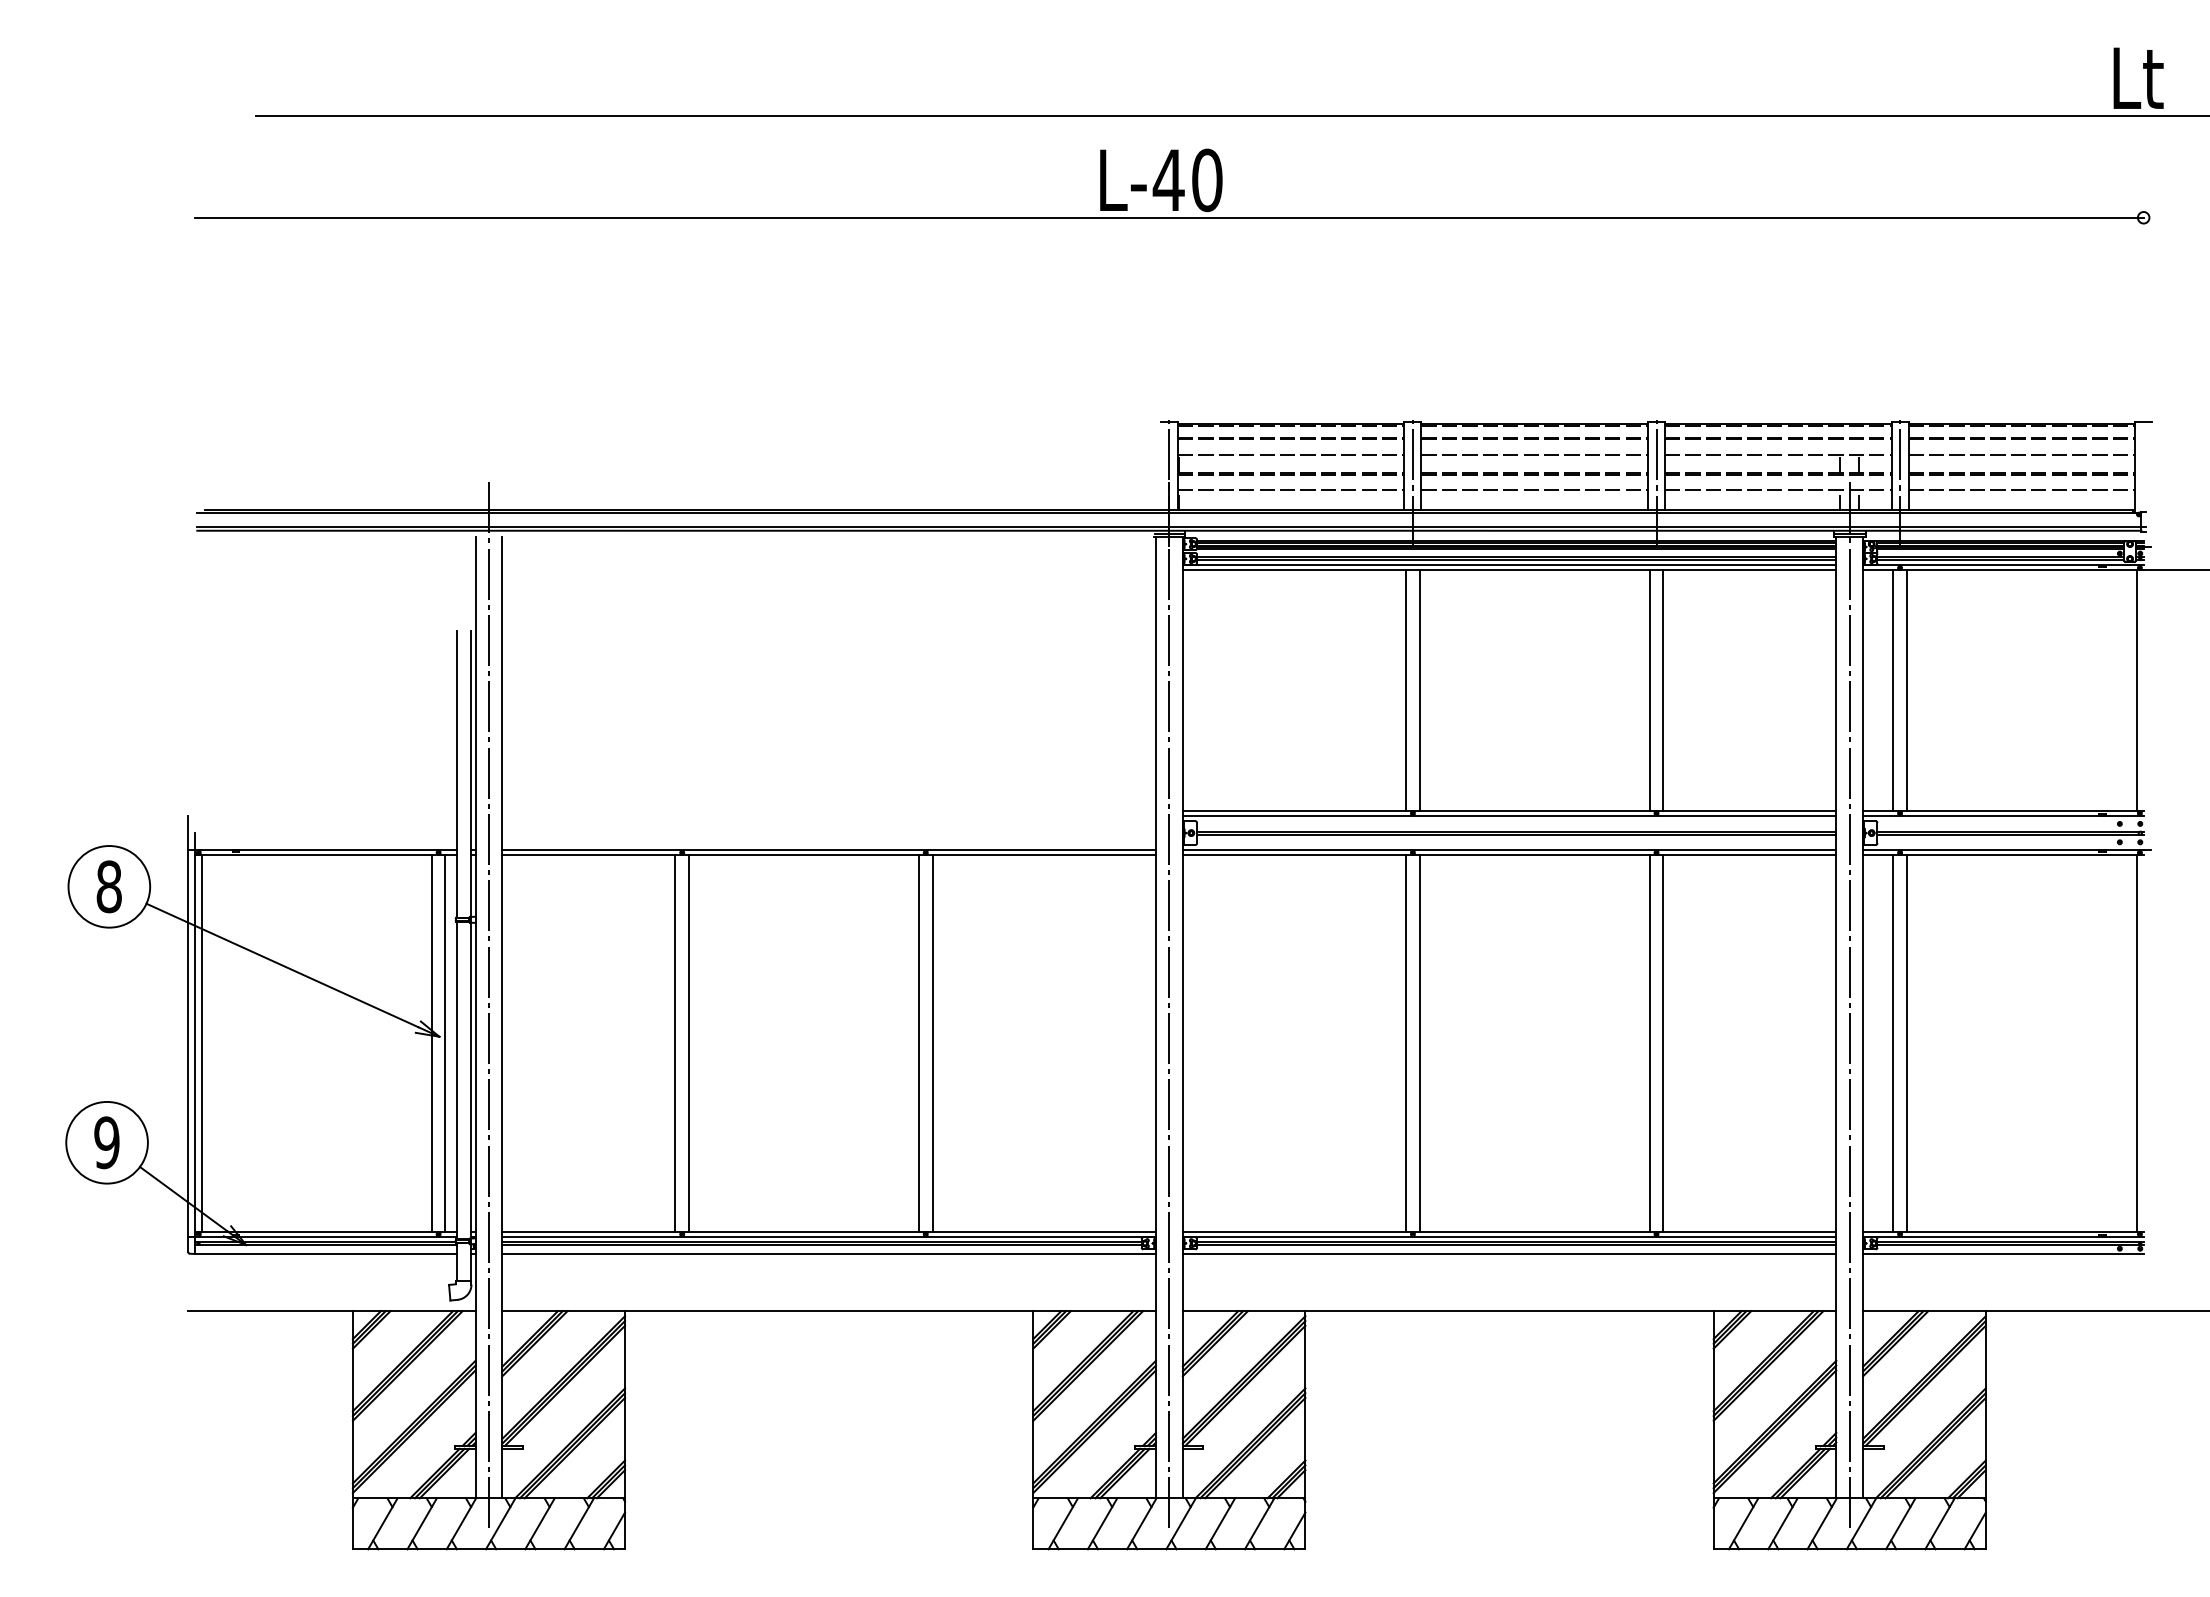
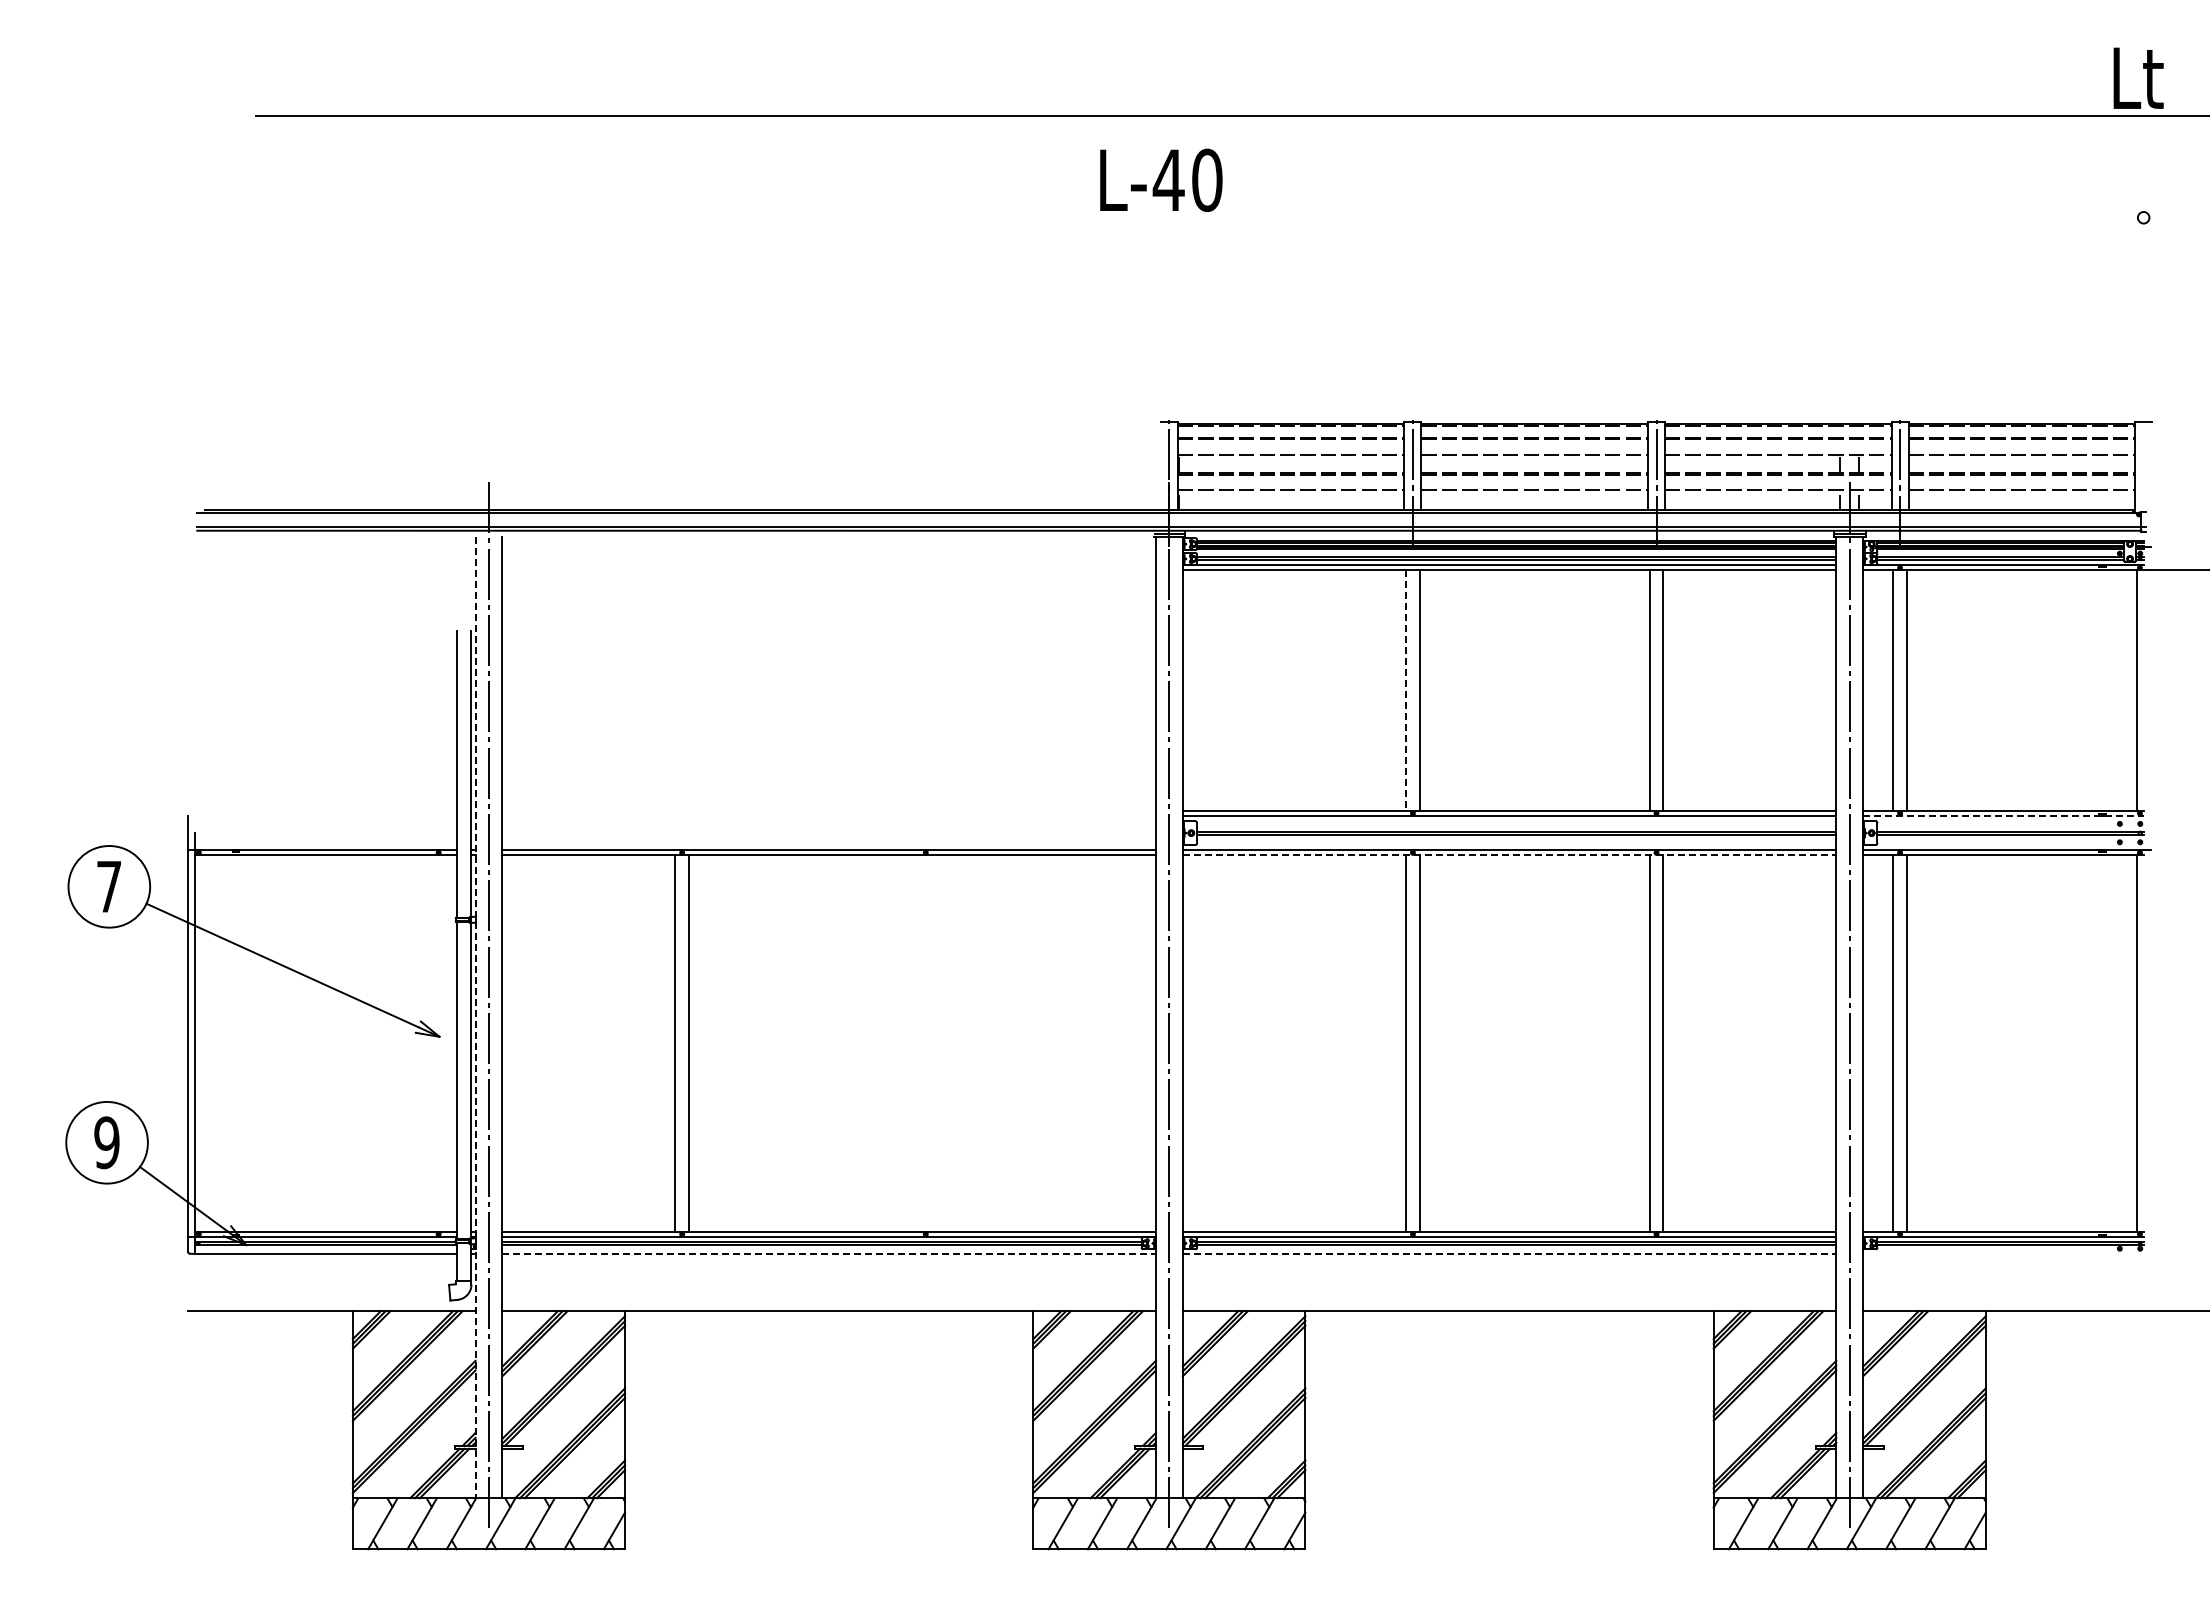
line at (1169, 217): present -> none
line at (1406, 691): solid -> dashed
line at (2003, 816): solid -> dashed
line at (1509, 855): solid -> dashed
text at (108, 886): 8 -> 7
line at (475, 1017): solid -> dashed
line at (201, 1043): present -> none
line at (431, 1043): present -> none
line at (445, 1043): present -> none
line at (919, 1043): present -> none
line at (932, 1043): present -> none
line at (829, 1253): solid -> dashed
line at (1509, 1253): solid -> dashed
line at (2003, 1253): present -> none
